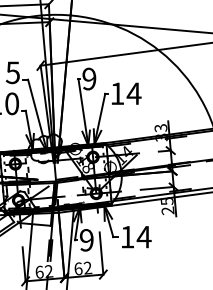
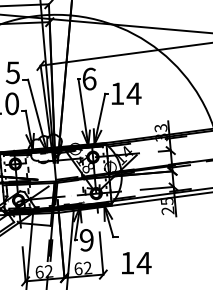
text at (89, 78): 9 -> 6
text at (136, 237) position: (136, 237) -> (136, 263)
